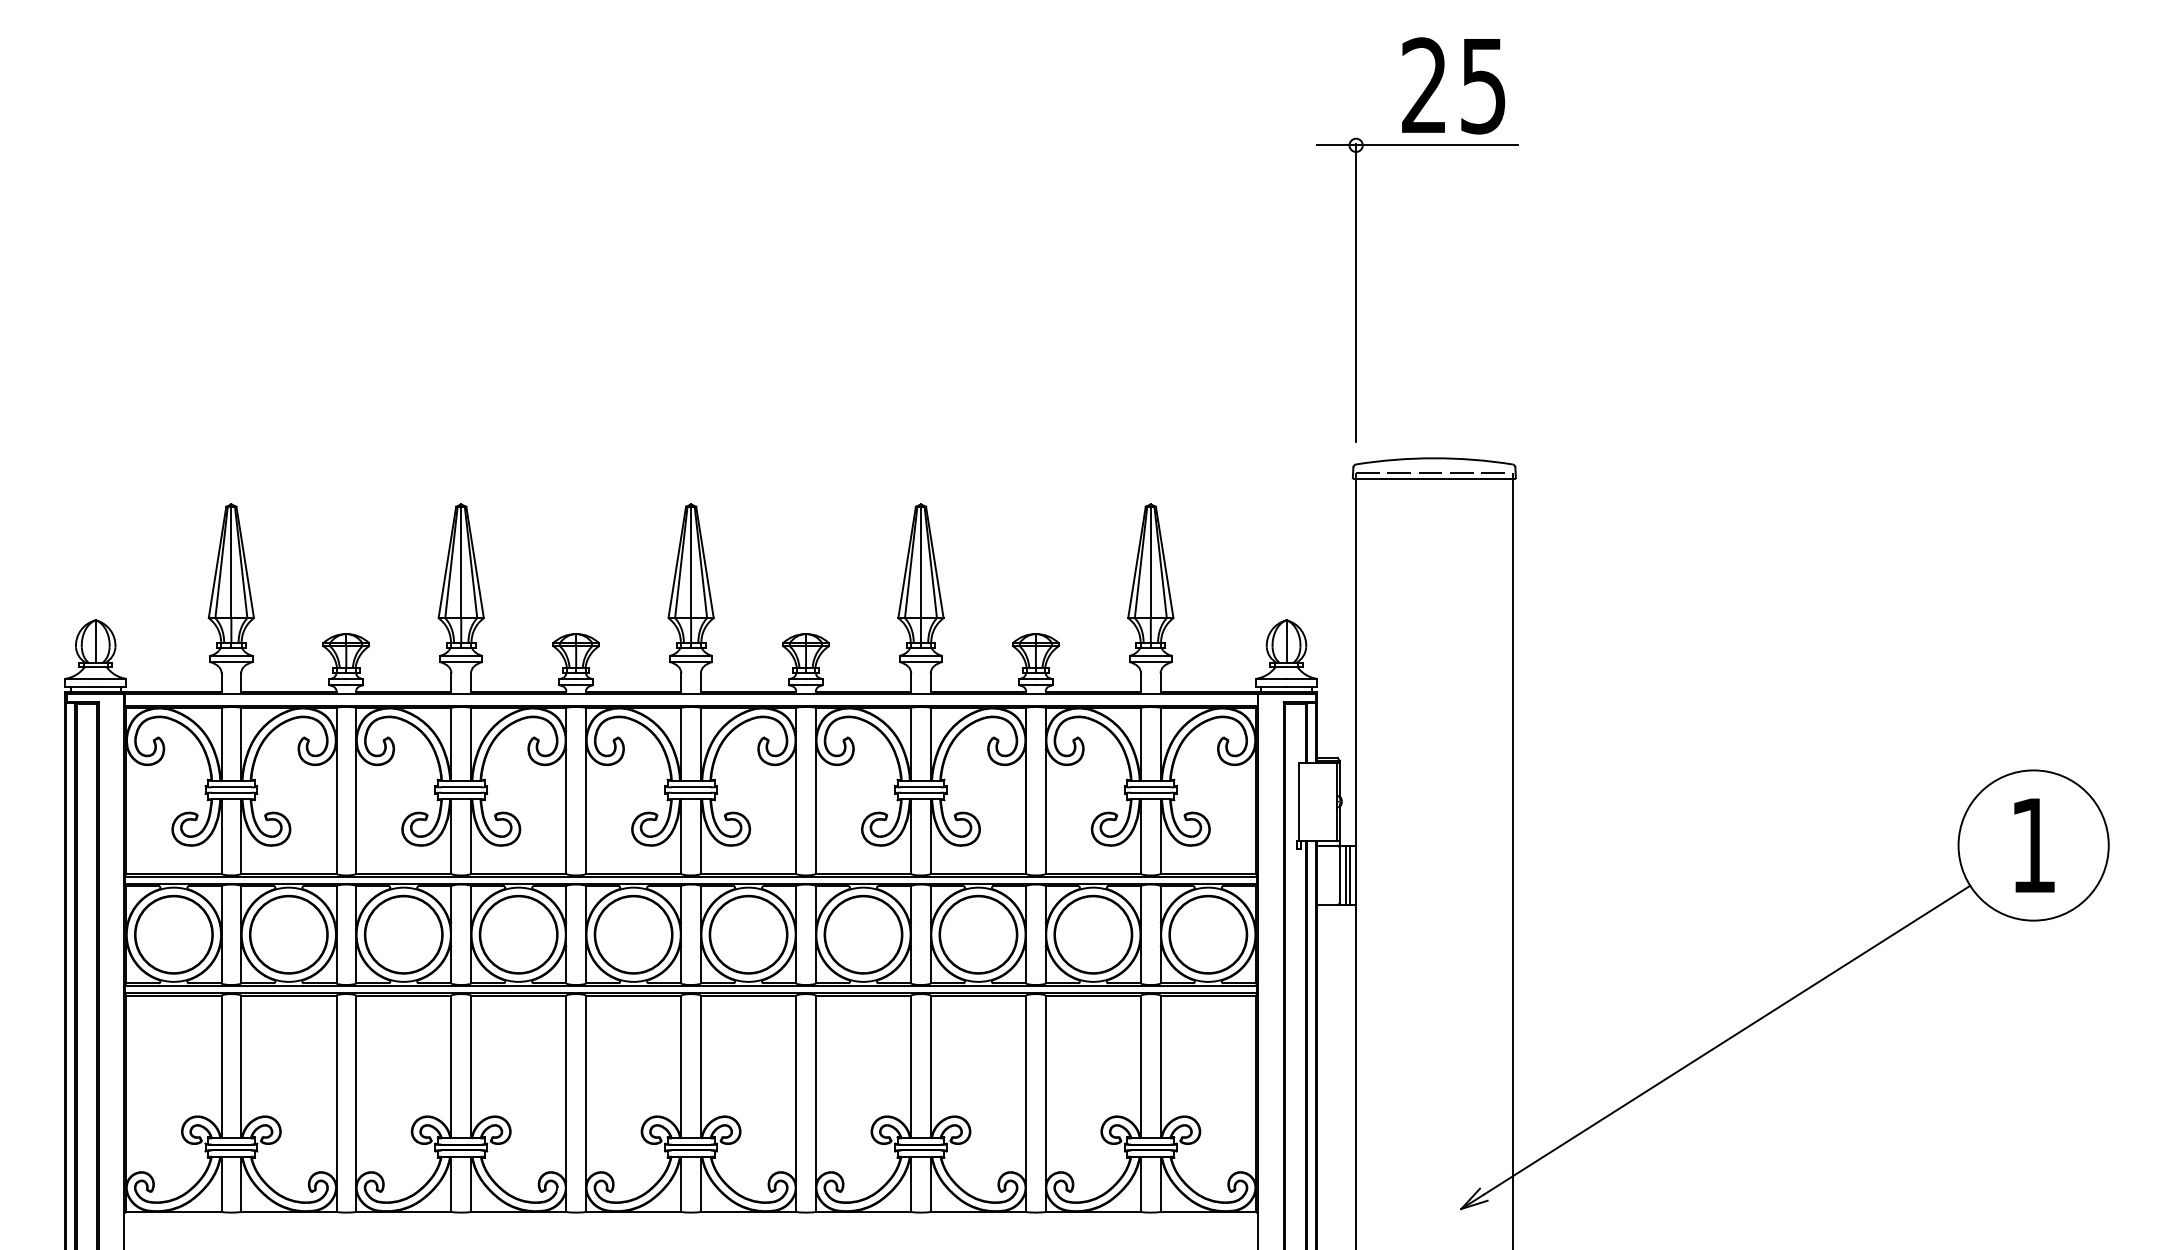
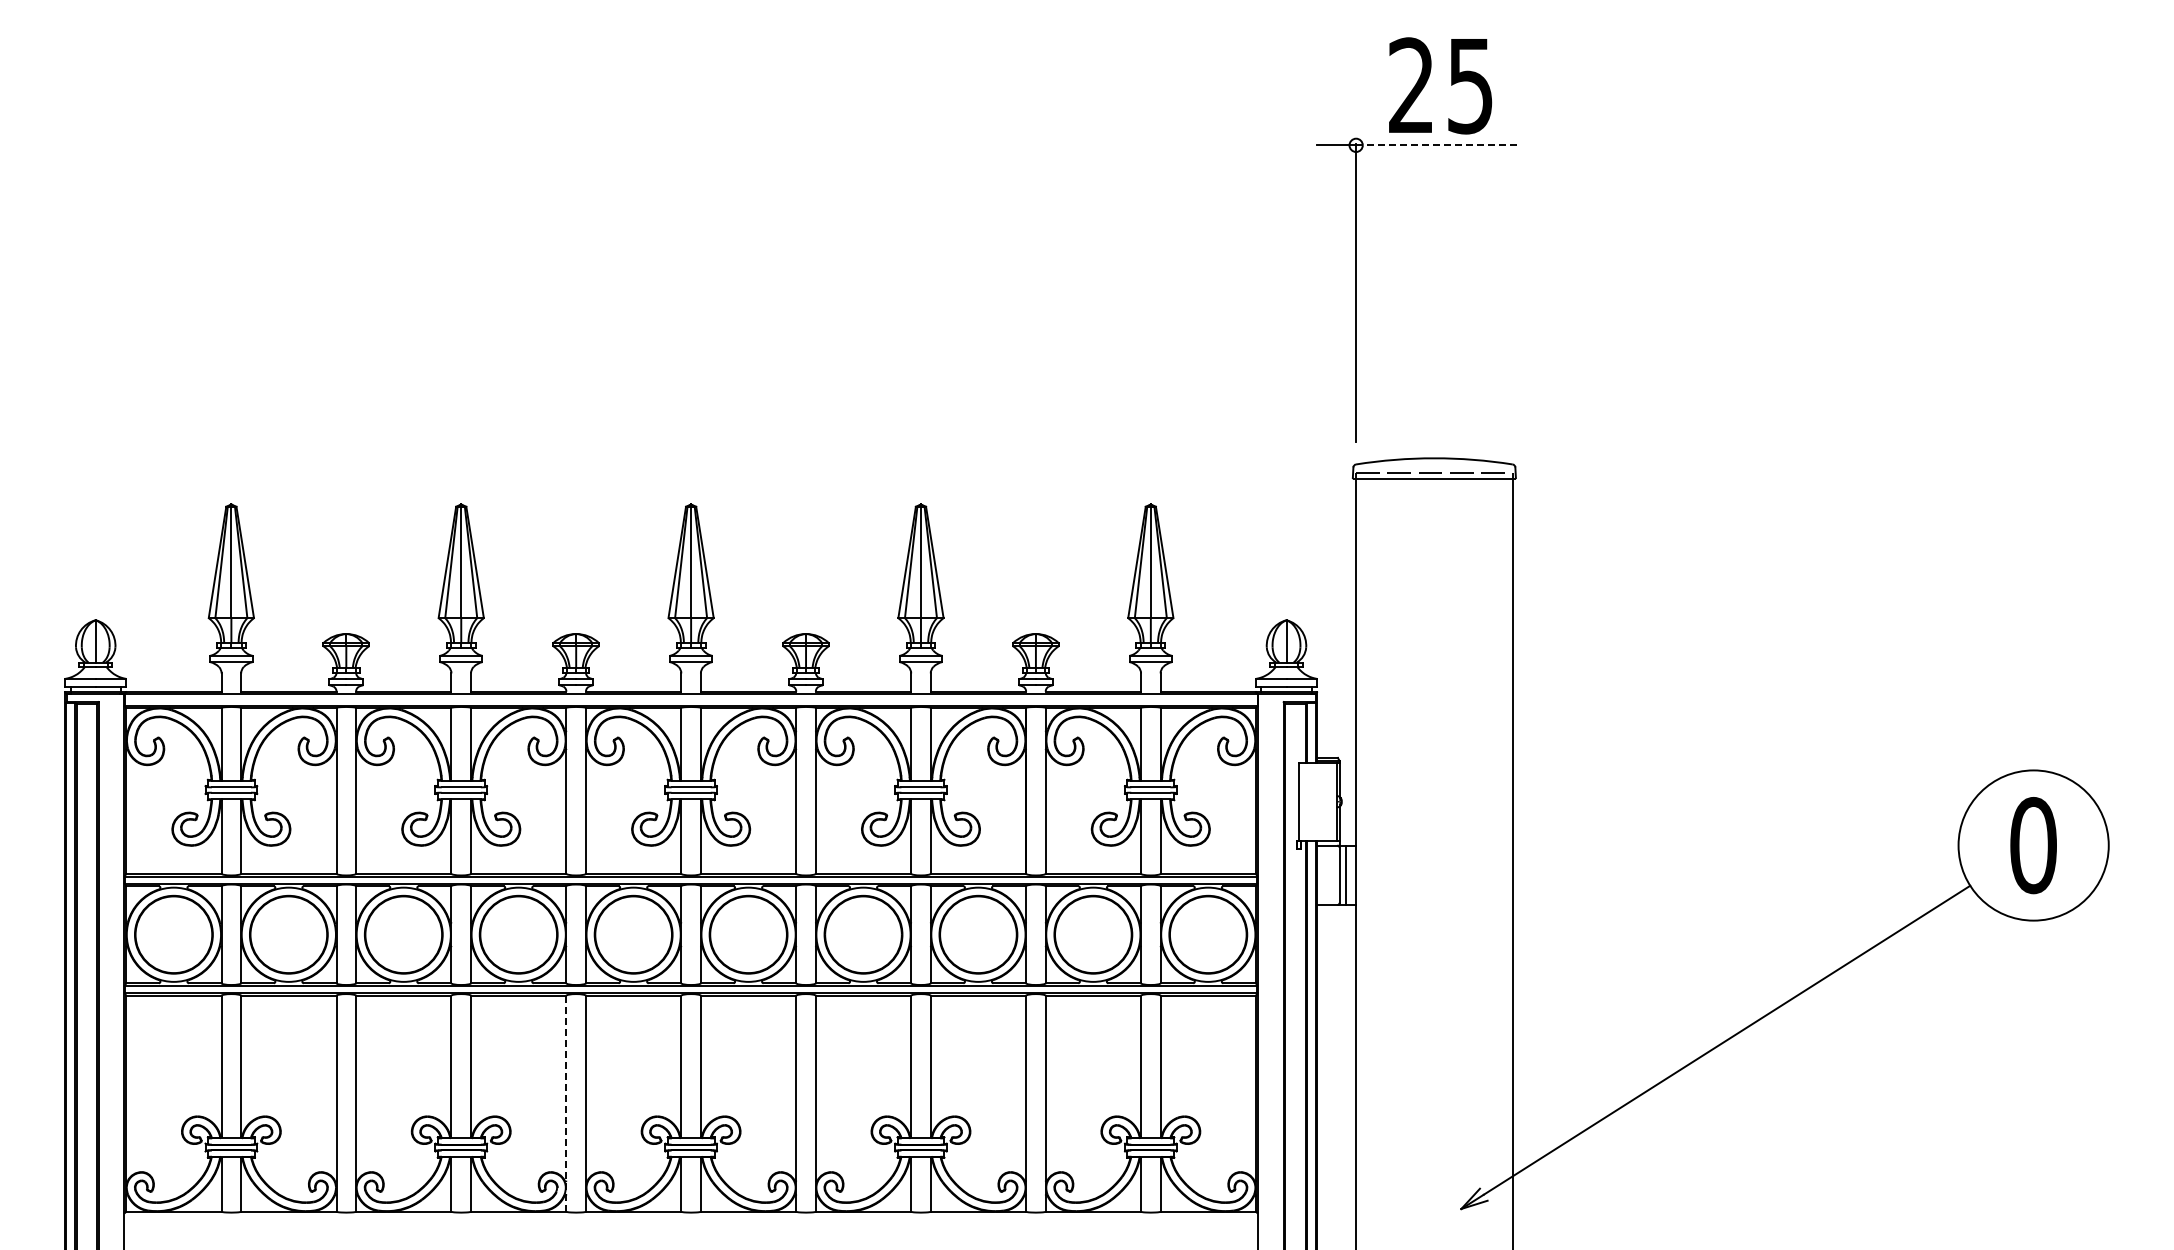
text at (1453, 85) position: (1453, 85) -> (1440, 85)
line at (1437, 145): solid -> dashed
text at (2033, 845): 1 -> 0
line at (1349, 875): present -> none
line at (566, 1103): solid -> dashed
